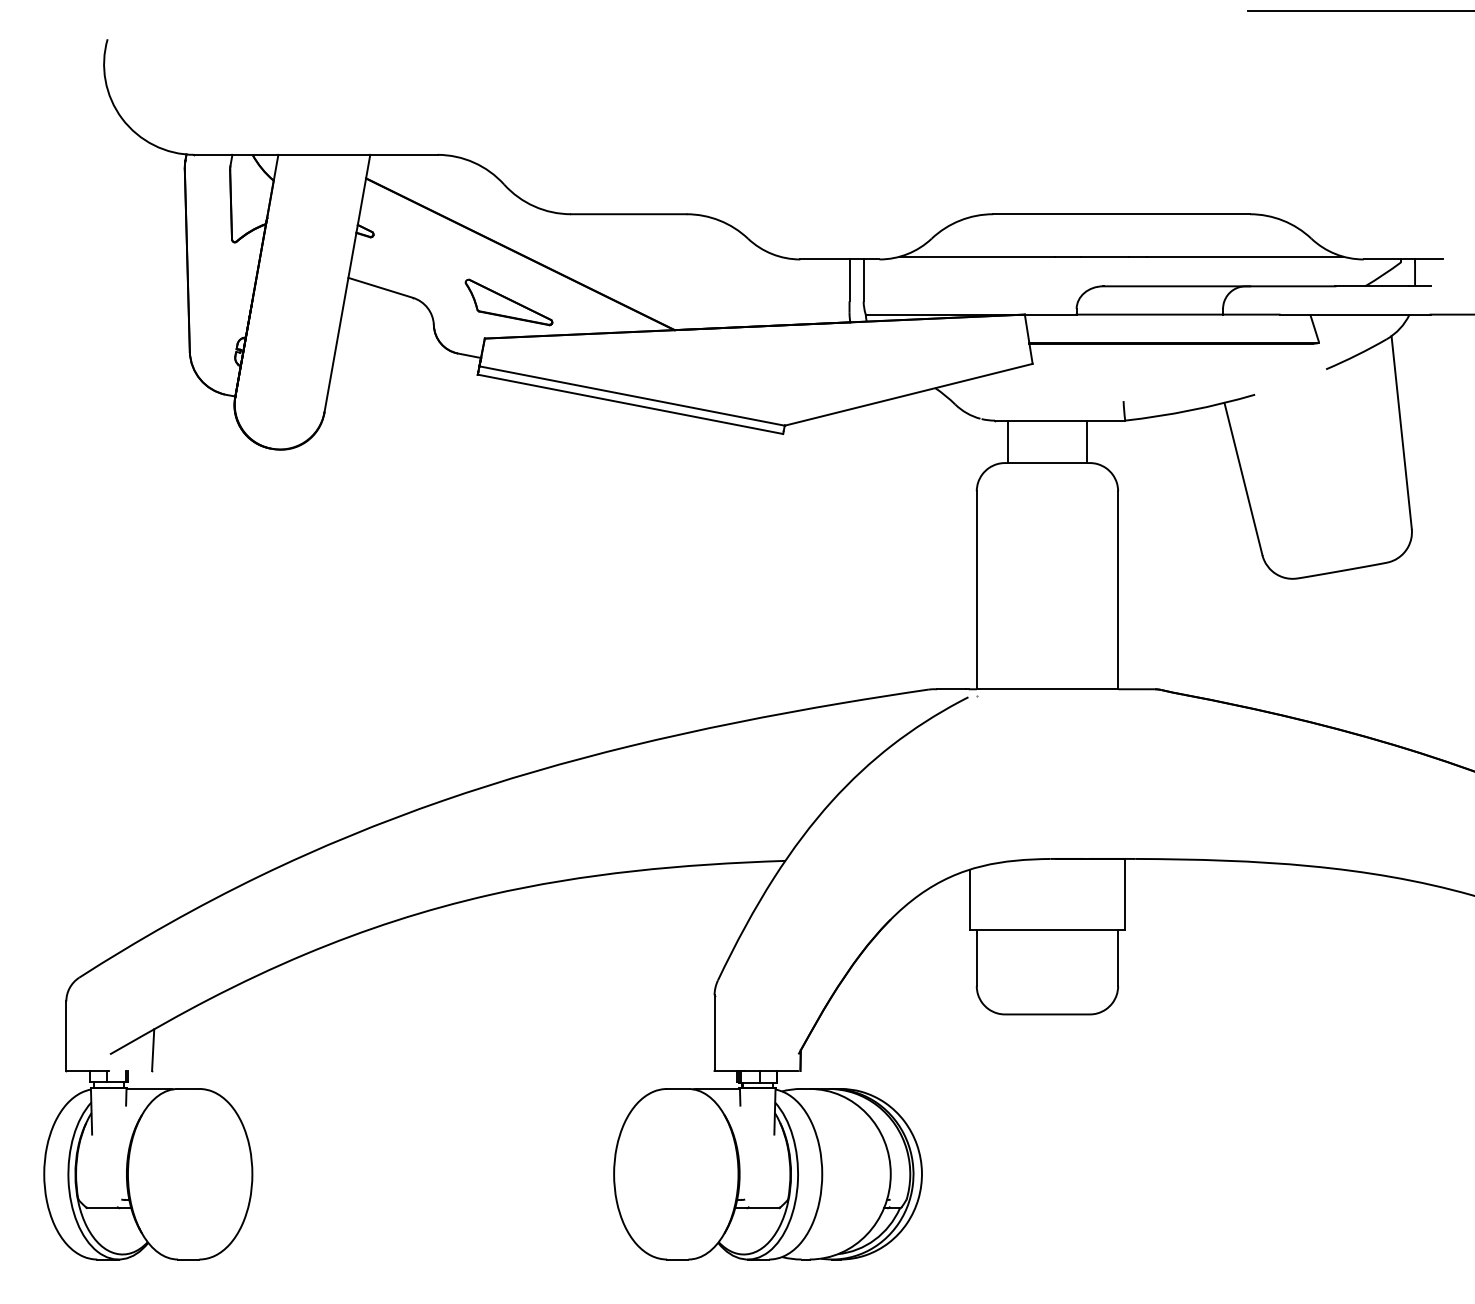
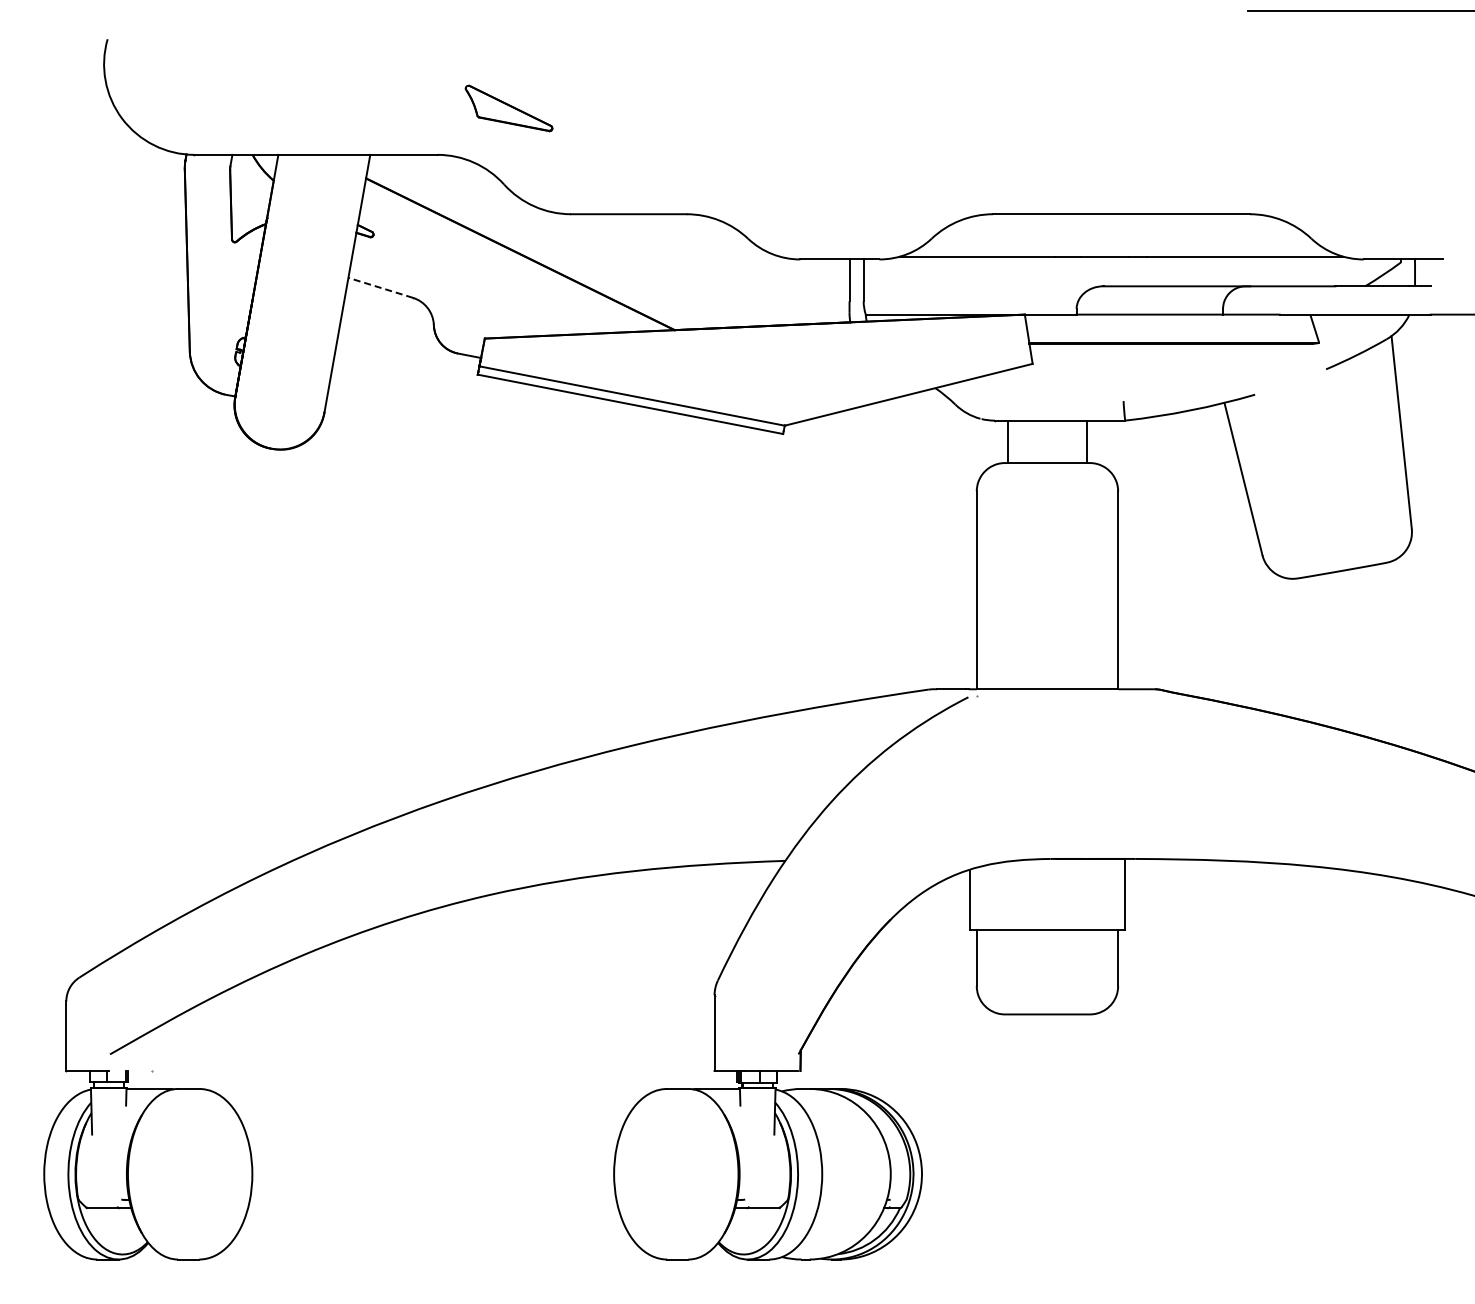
line at (380, 287): solid -> dashed
part at (508, 302) position: (508, 302) -> (508, 108)
line at (153, 1050): present -> none
